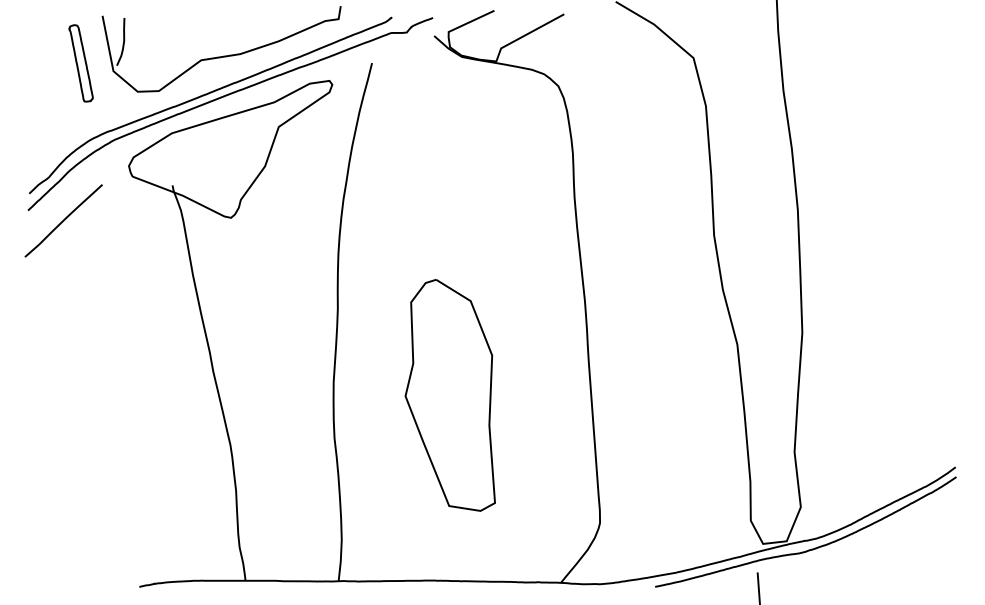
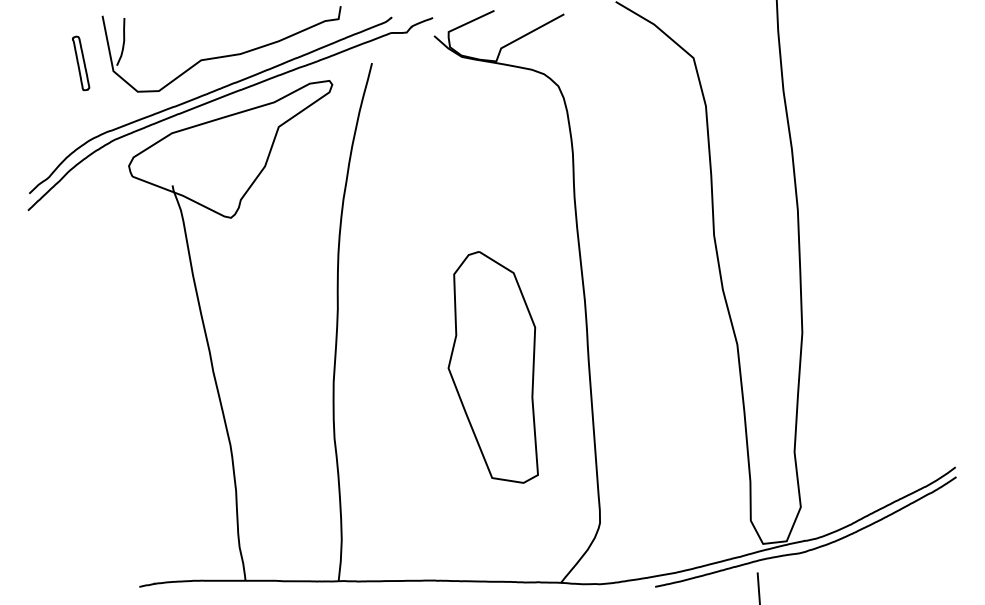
part at (80, 63) size: 26x79 px -> 19x57 px
line at (63, 220): present -> none
part at (449, 395) position: (449, 395) -> (492, 367)
